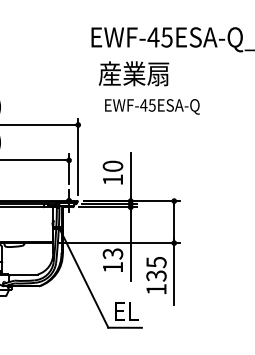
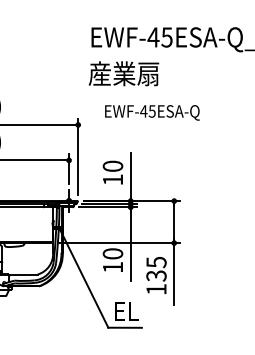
text at (133, 73) position: (133, 73) -> (123, 73)
text at (152, 106) position: (152, 106) -> (152, 112)
text at (112, 253): 13 -> 10
